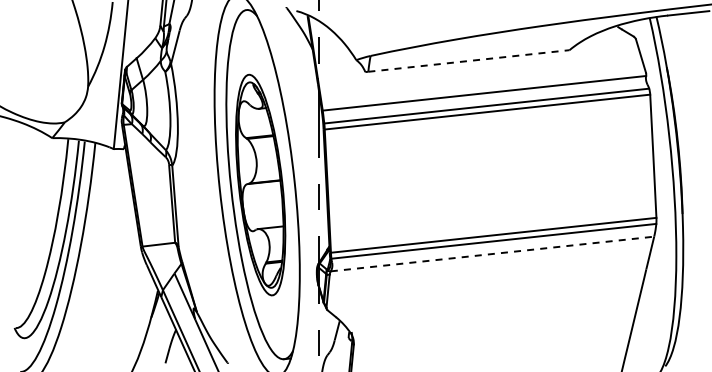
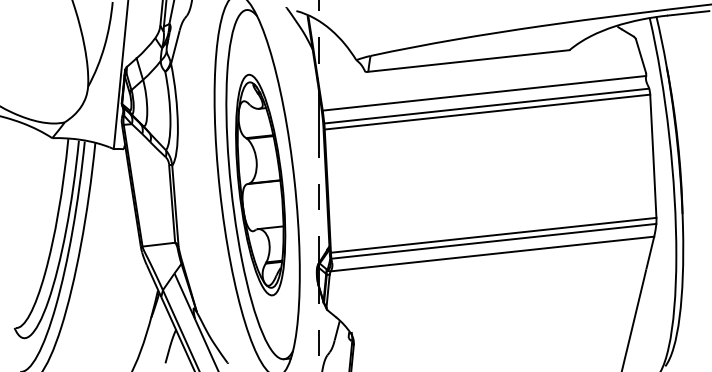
line at (469, 60): dashed -> solid
line at (492, 254): dashed -> solid
